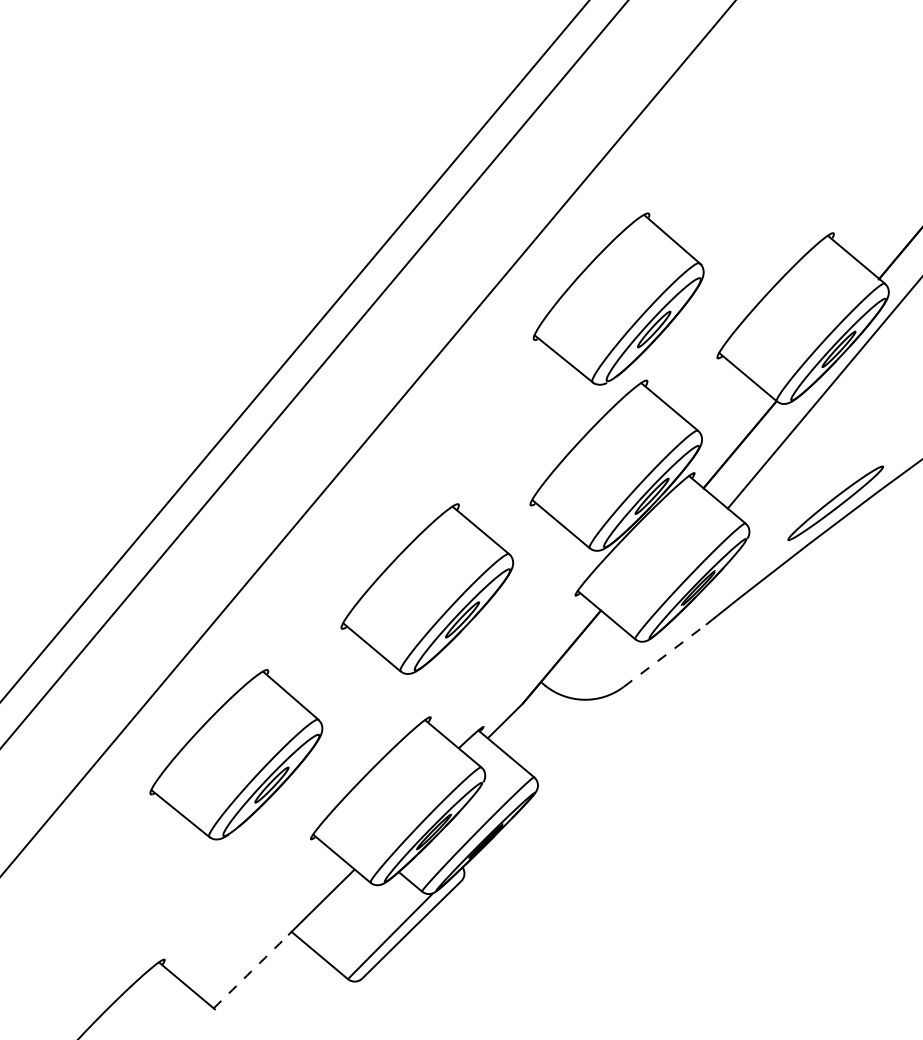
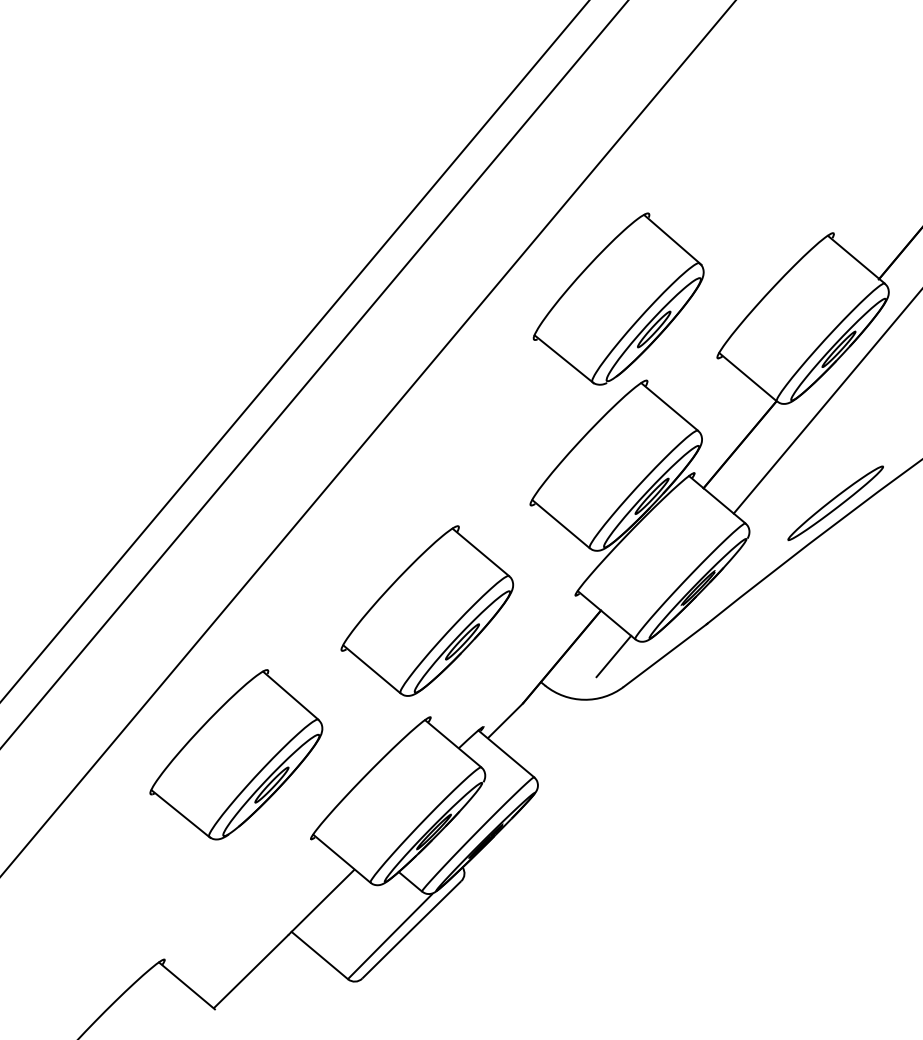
line at (823, 394) position: (823, 394) -> (826, 402)
part at (427, 588) position: (427, 588) -> (427, 610)
line at (665, 655): dashed -> solid
line at (613, 656): none -> present
arc at (251, 971): dashed -> solid
